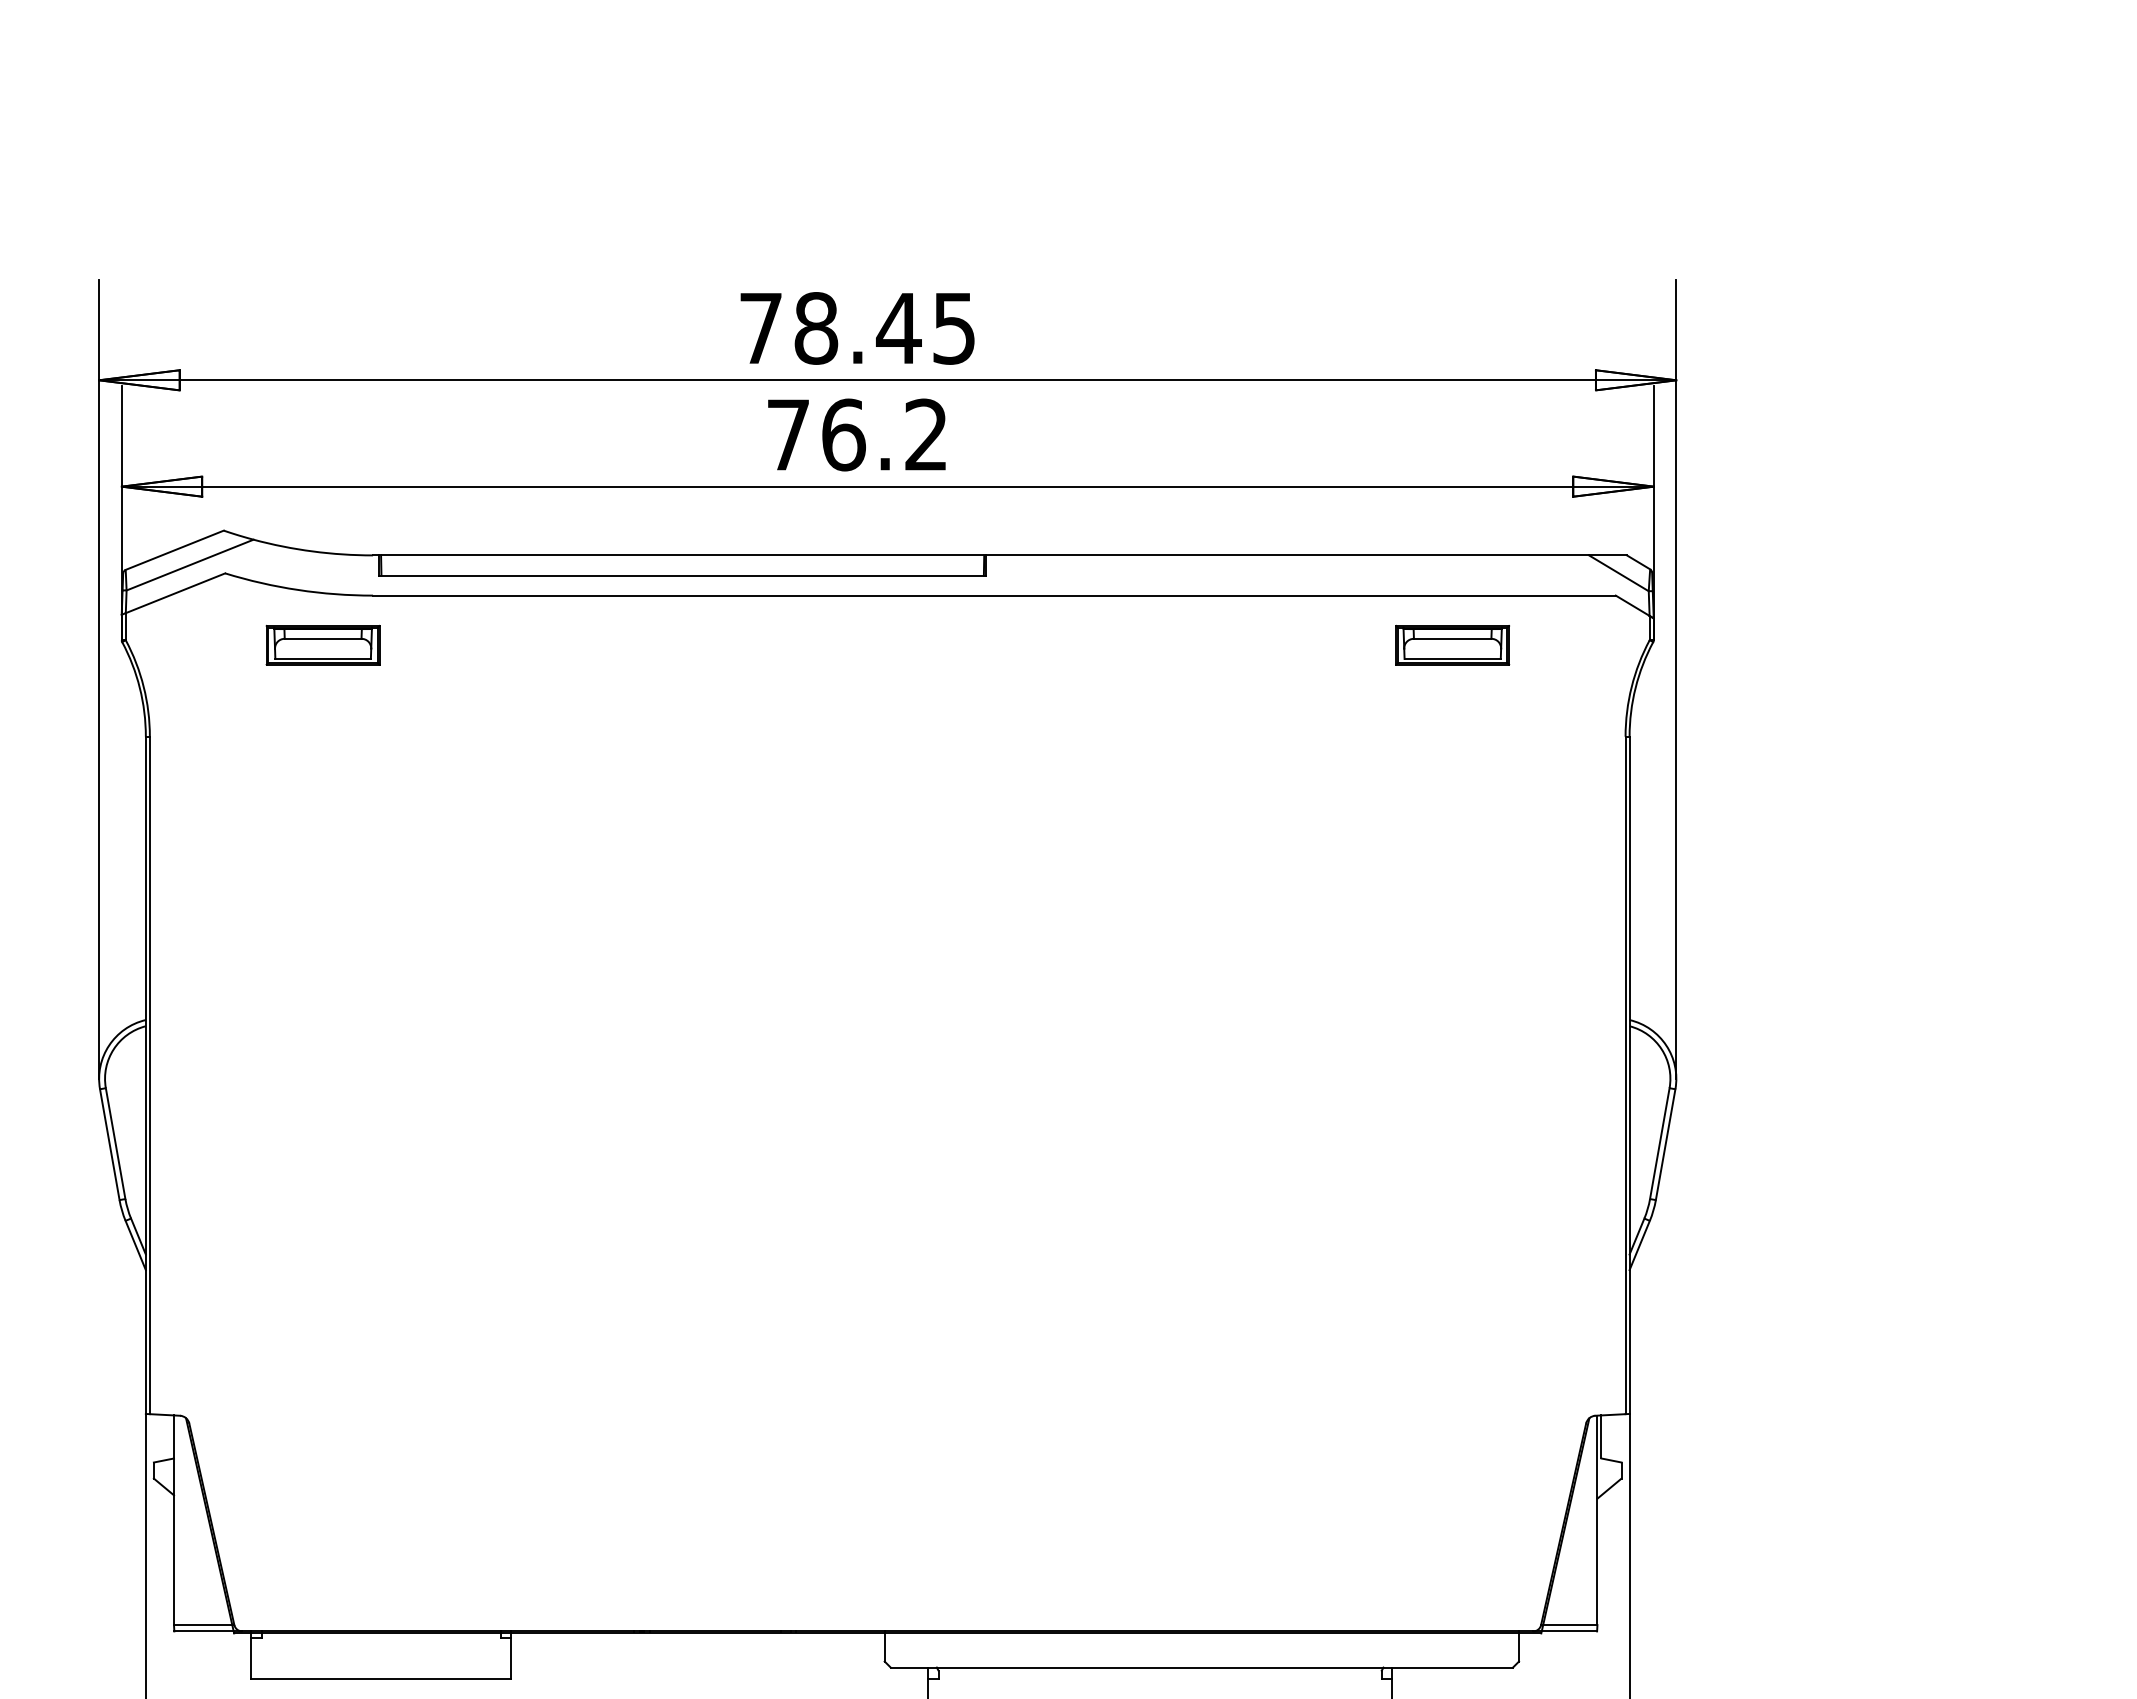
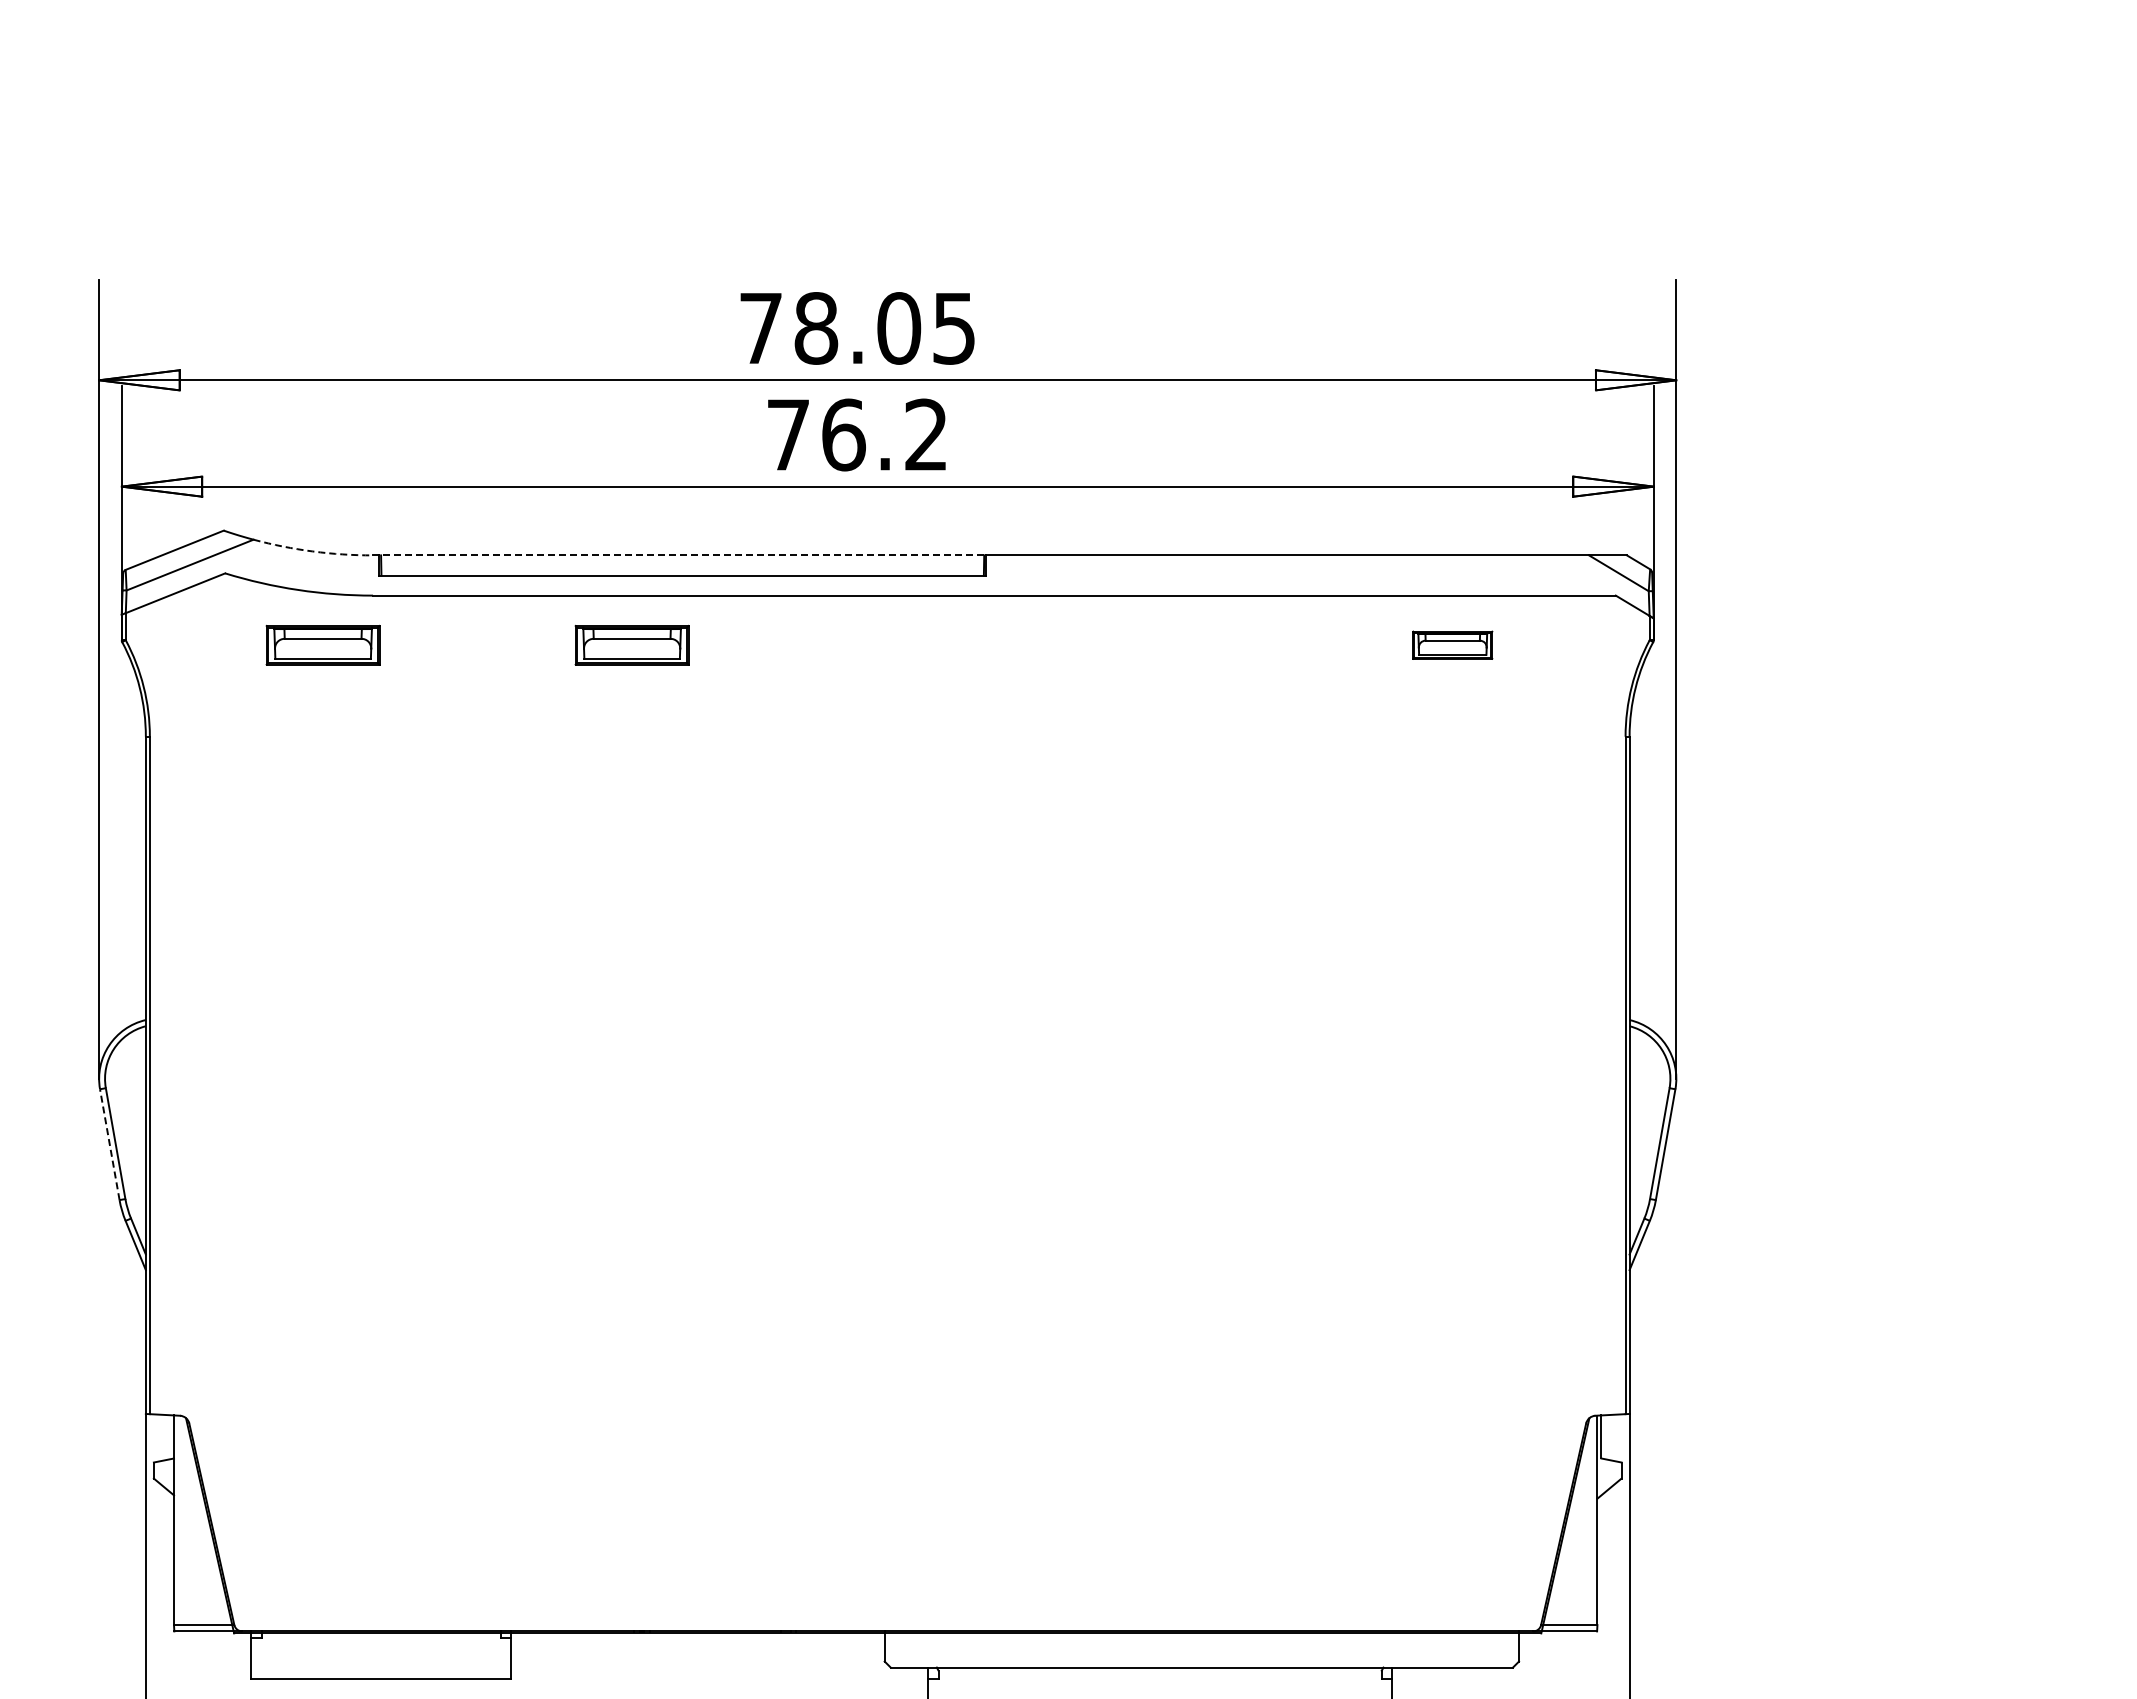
text at (898, 328): 78.45 -> 78.05
arc at (312, 551): solid -> dashed
line at (682, 555): solid -> dashed
part at (631, 644): none -> present
part at (1452, 644) size: 116x42 px -> 82x30 px
line at (109, 1144): solid -> dashed
